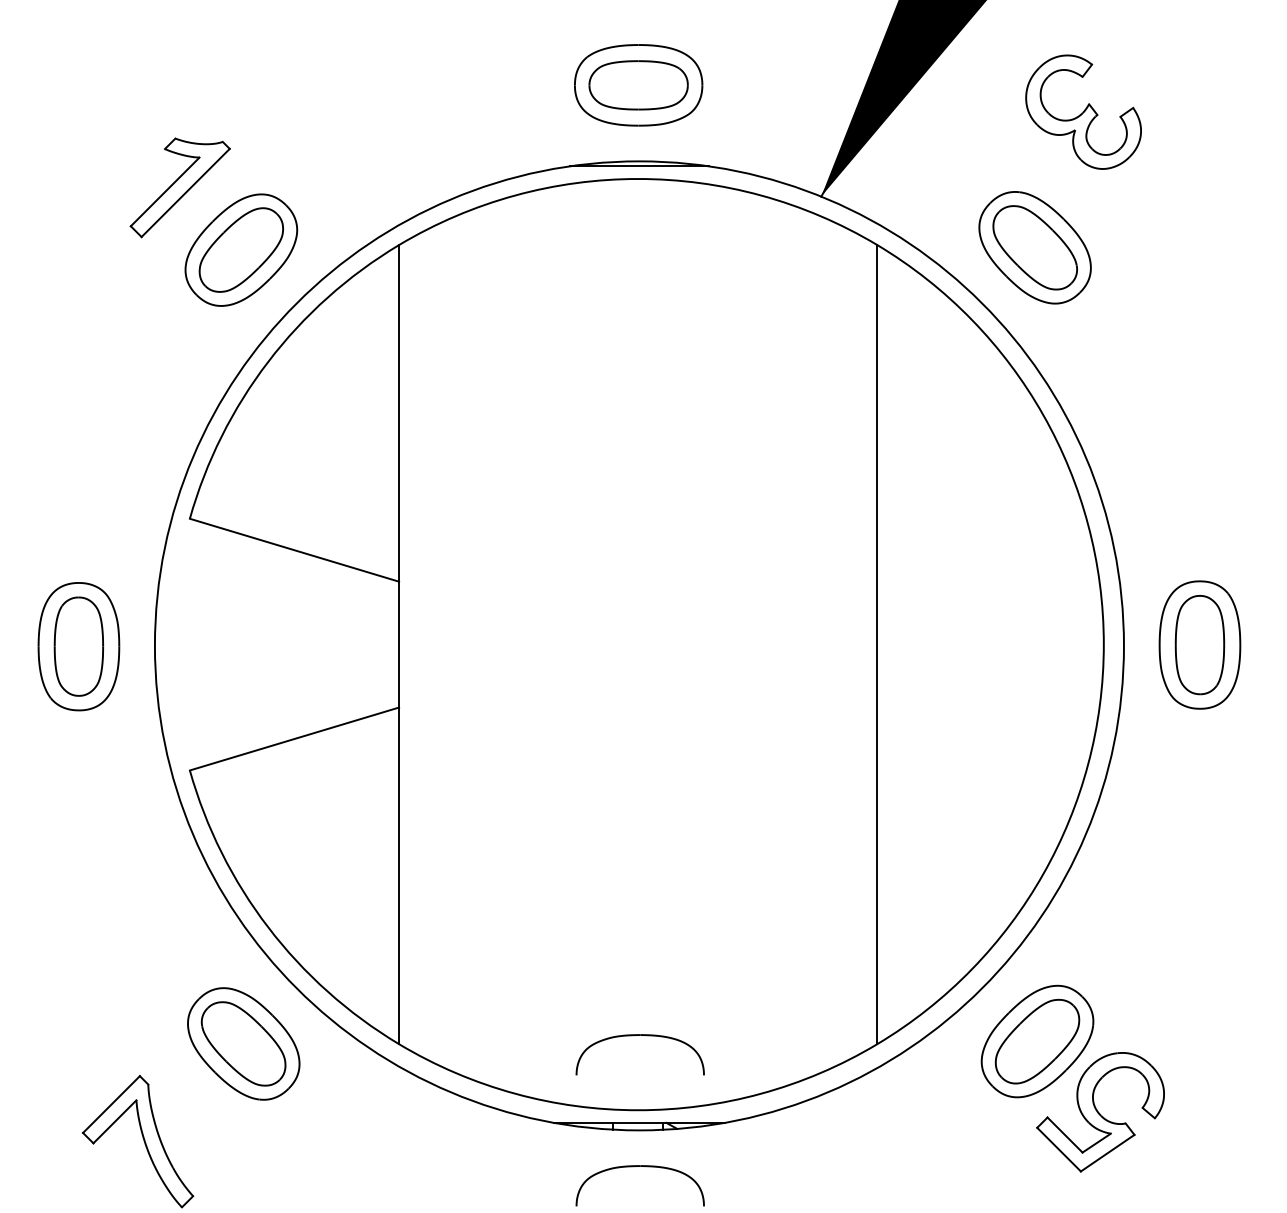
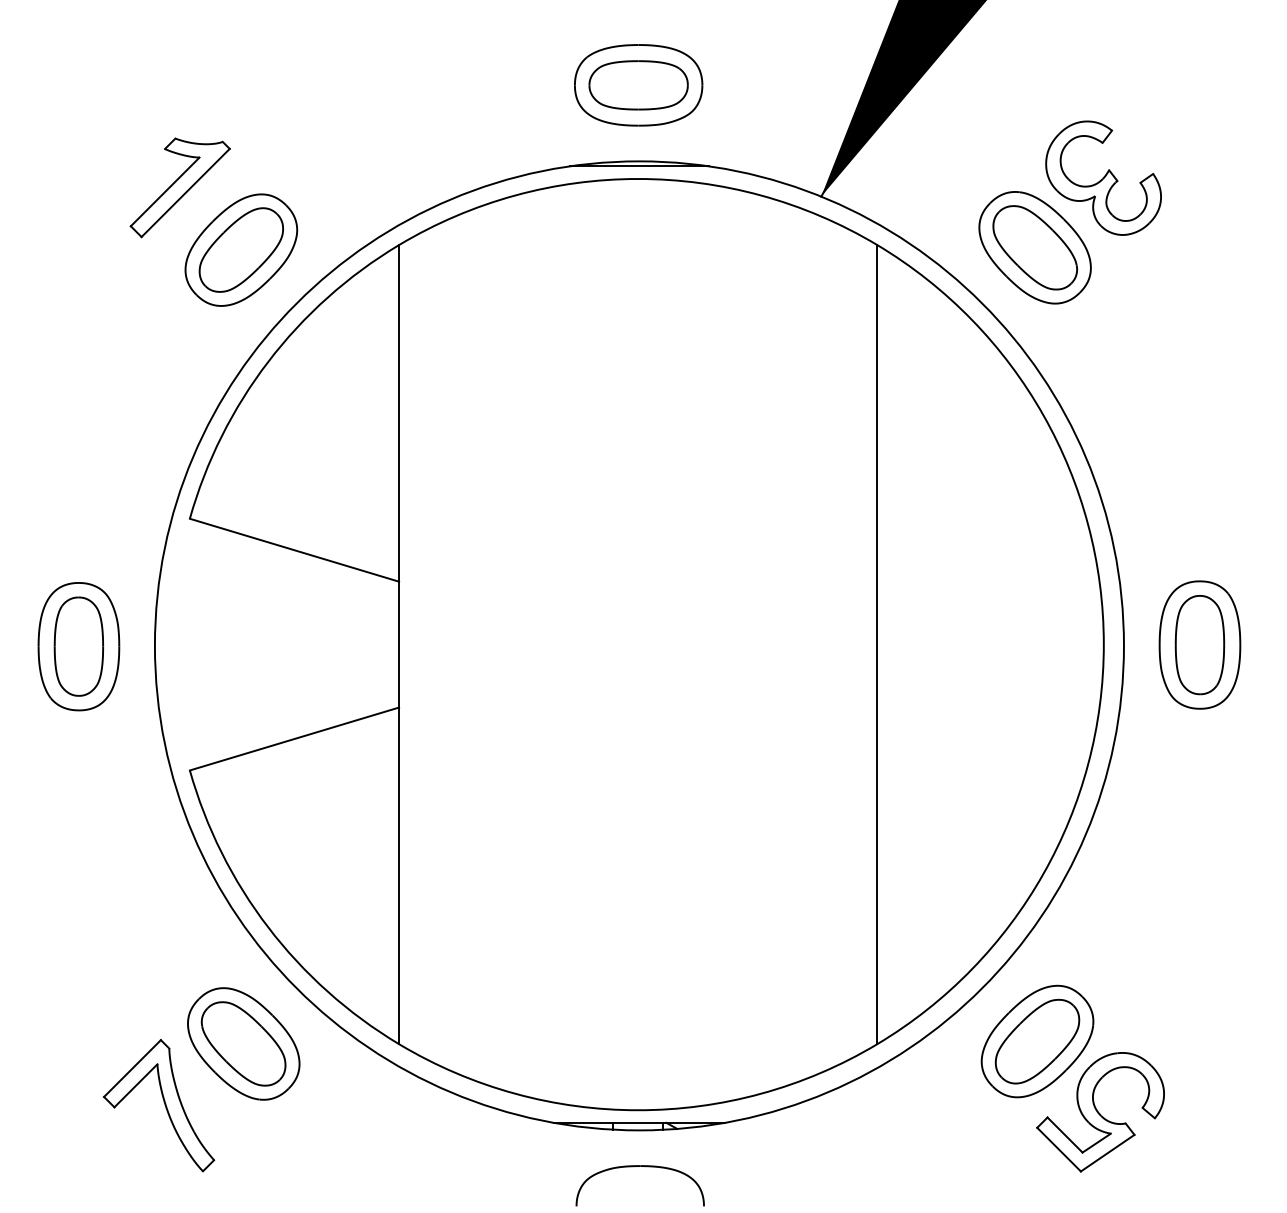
part at (1083, 111) position: (1083, 111) -> (1103, 177)
part at (633, 1036): present -> none
part at (138, 1141) position: (138, 1141) -> (159, 1105)
